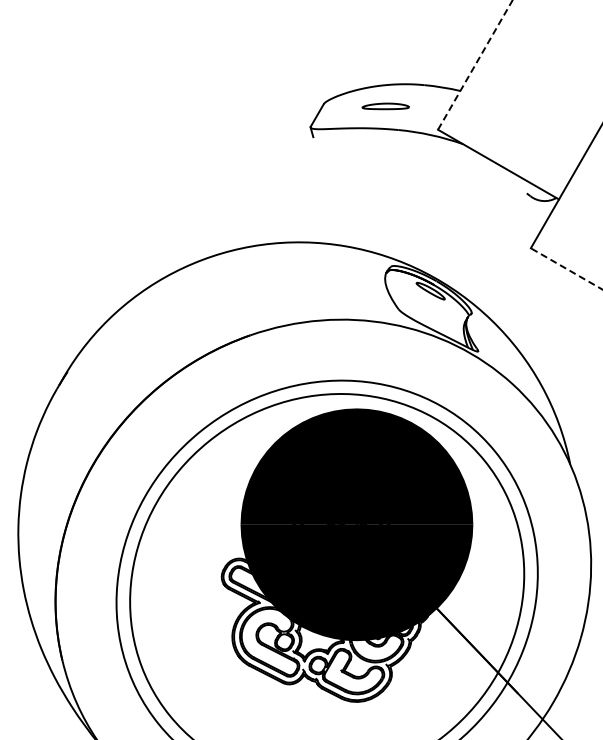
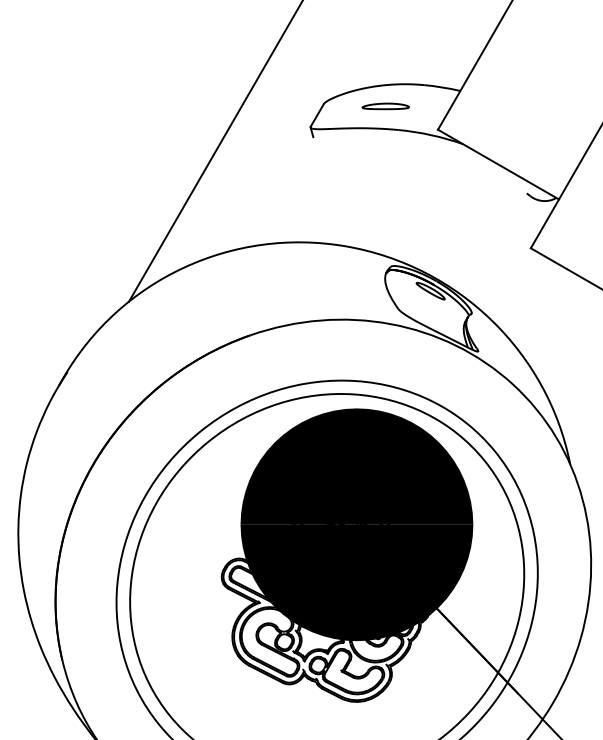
line at (475, 64): dashed -> solid
line at (214, 151): none -> present
line at (566, 268): dashed -> solid
